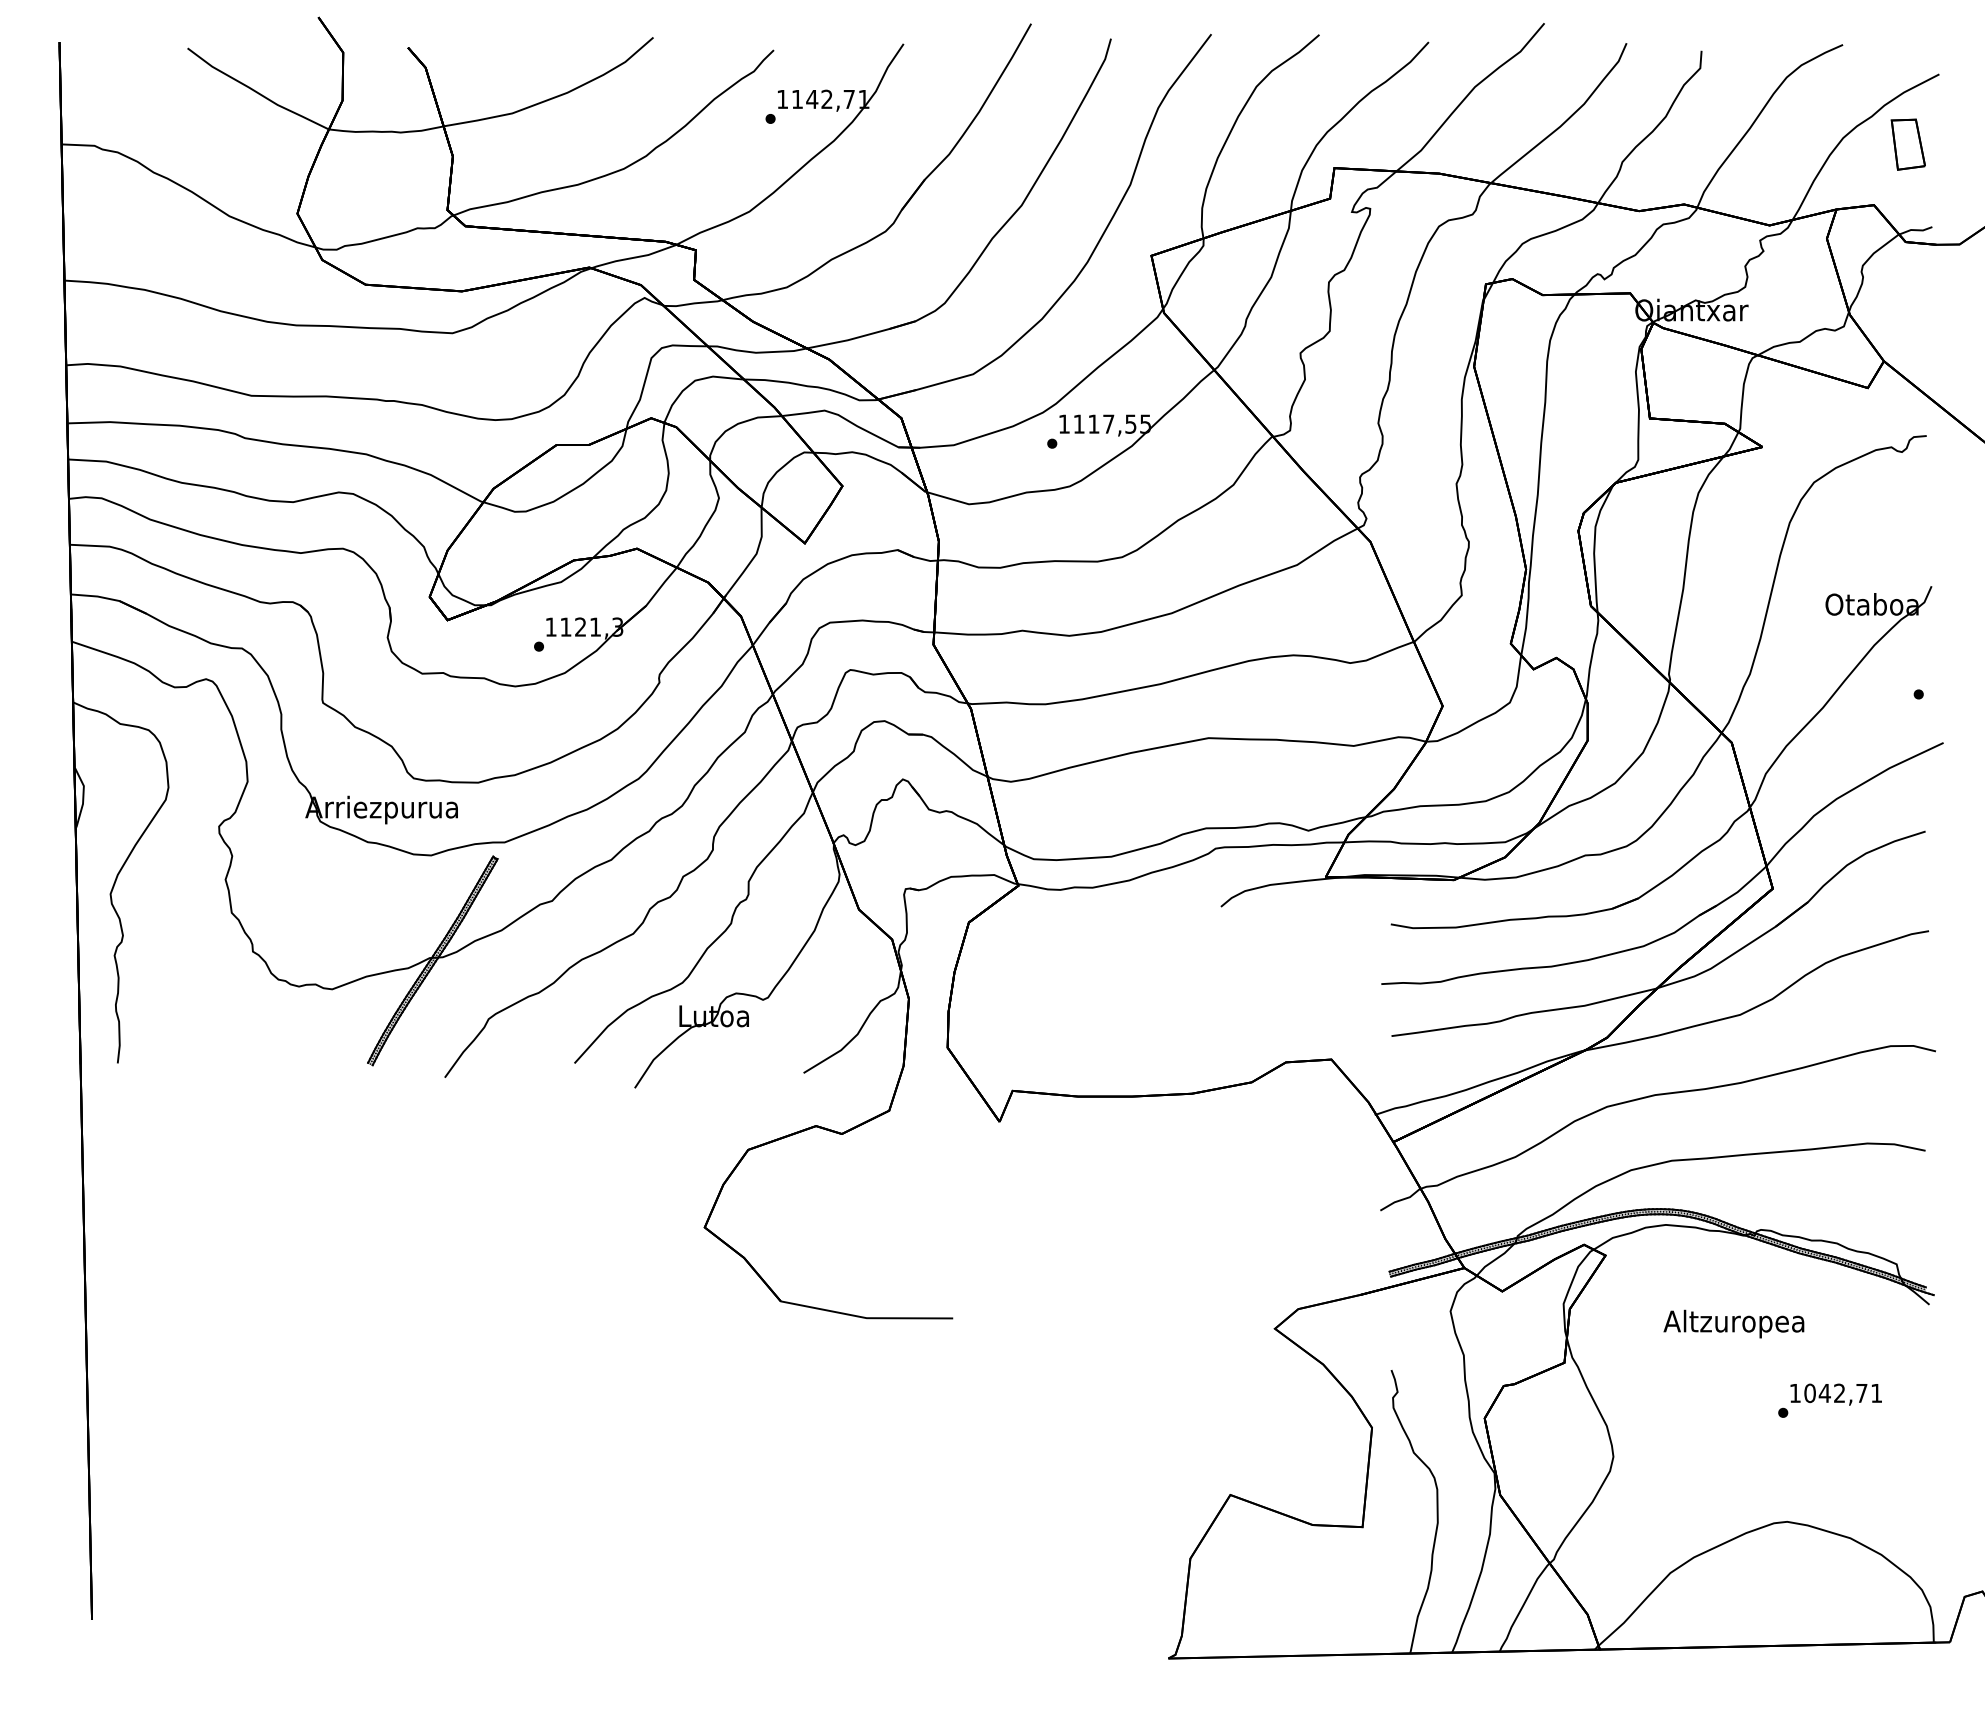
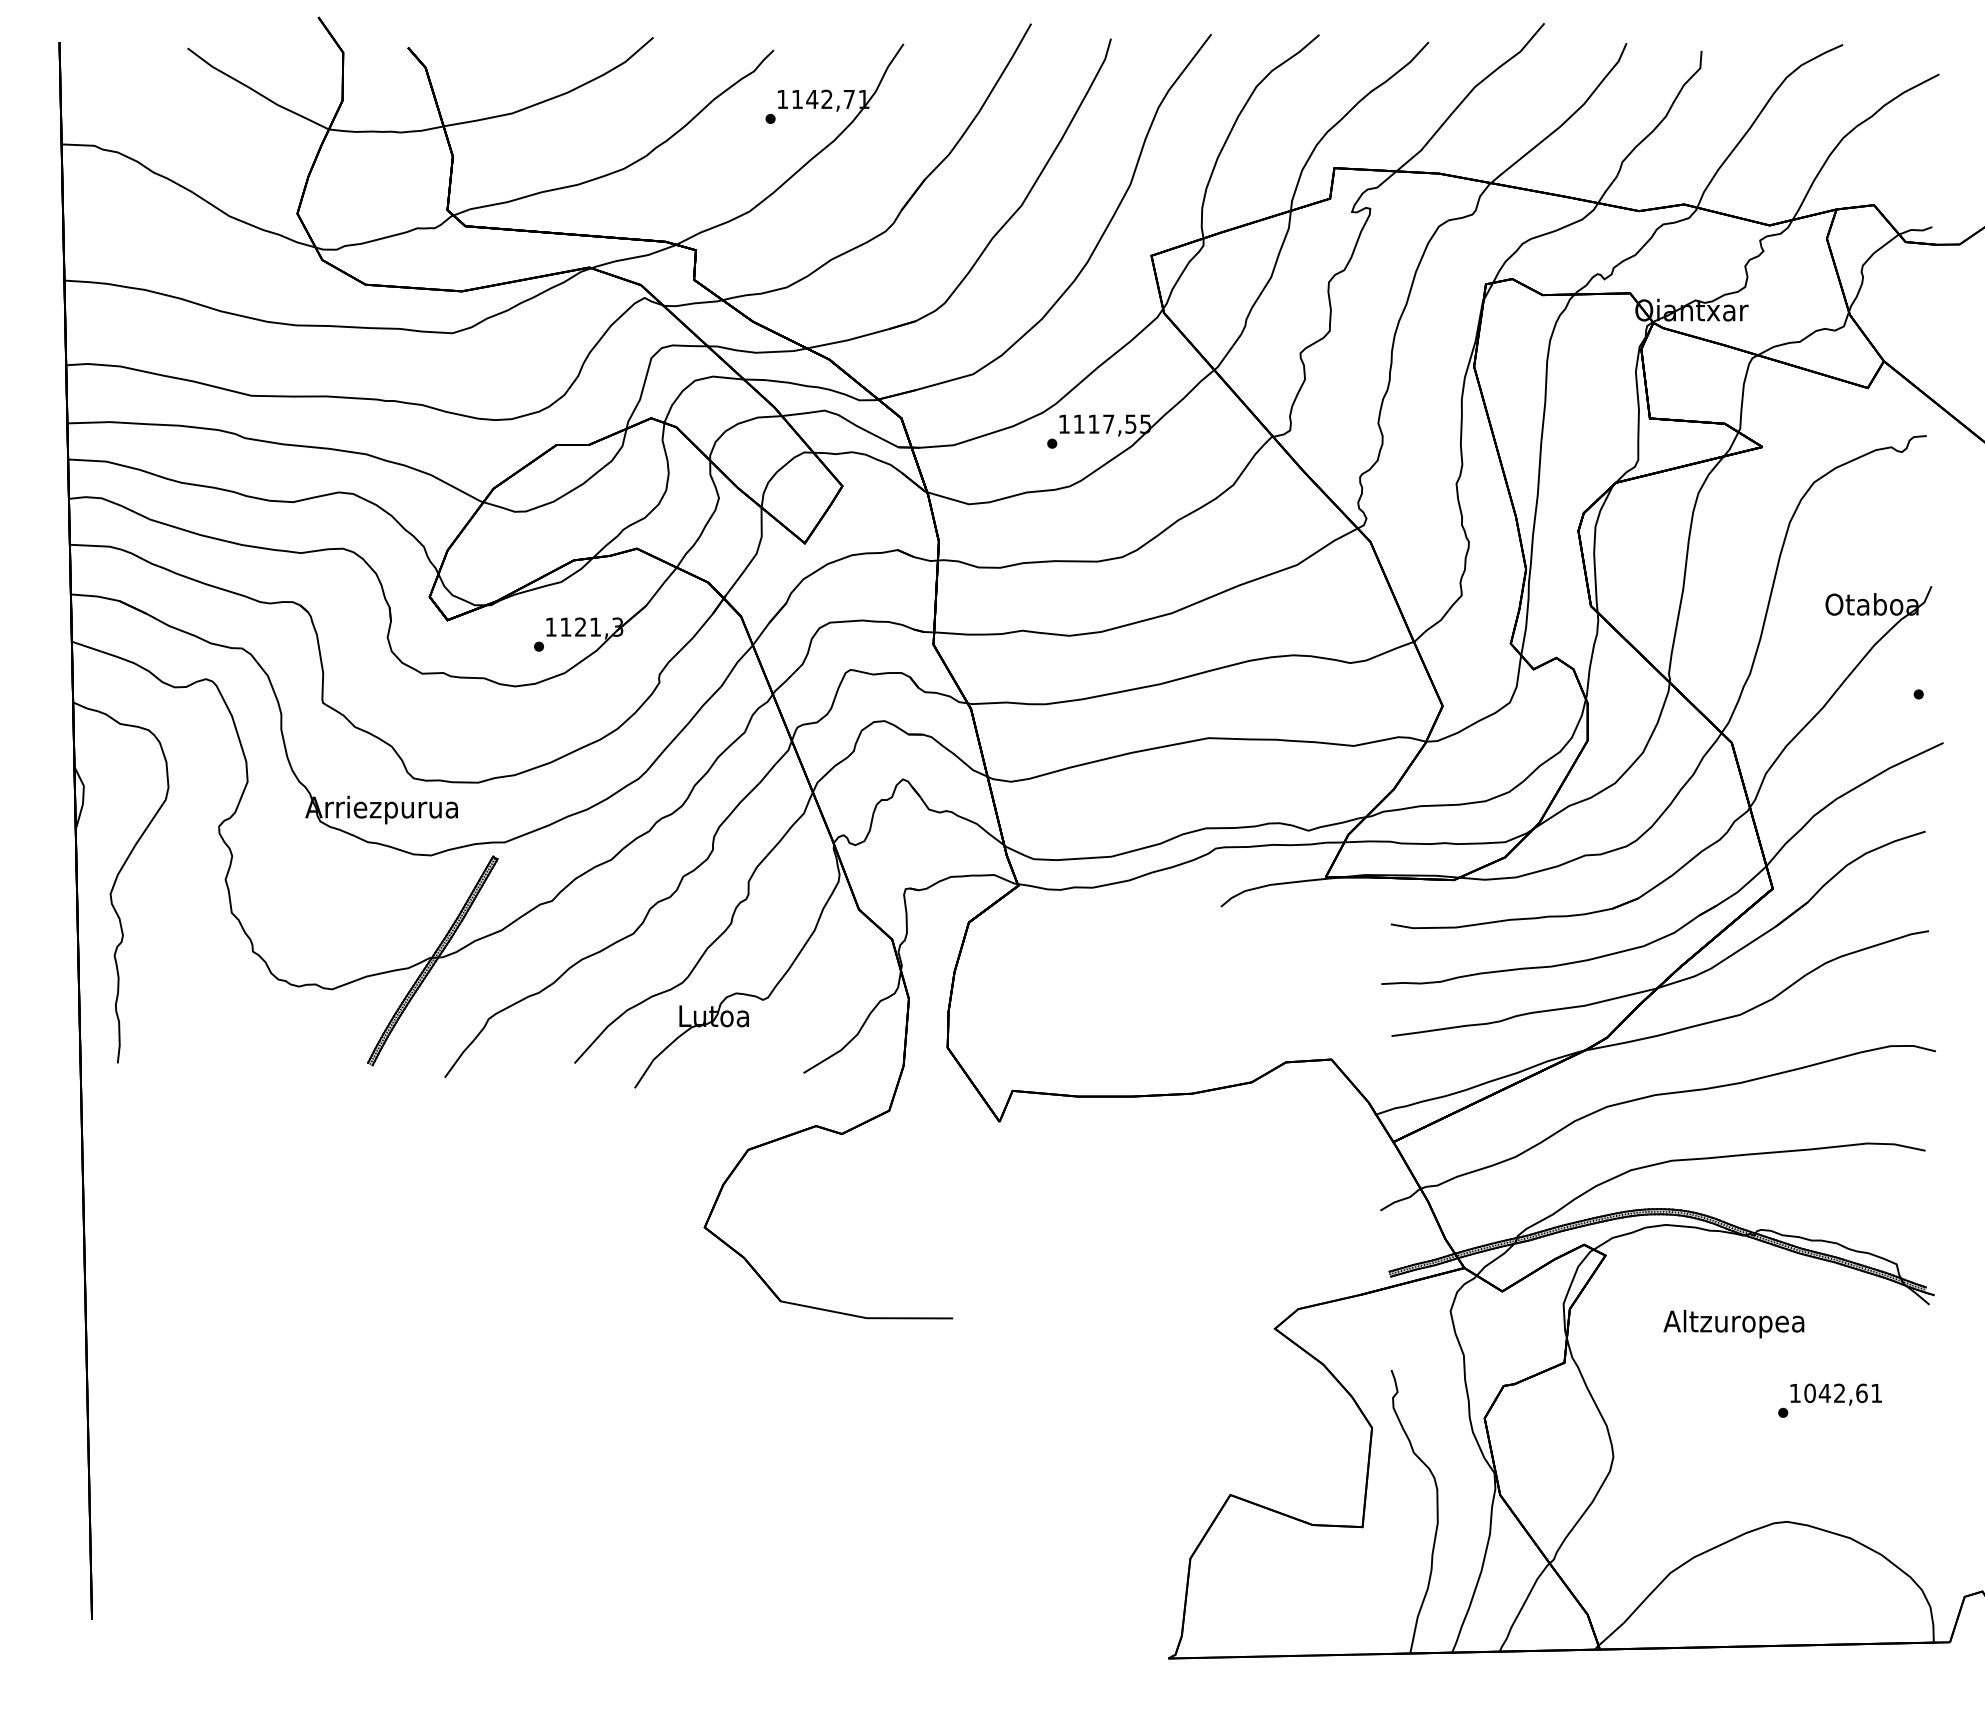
part at (1907, 144): present -> none
text at (1861, 1393): 1042,71 -> 1042,61
